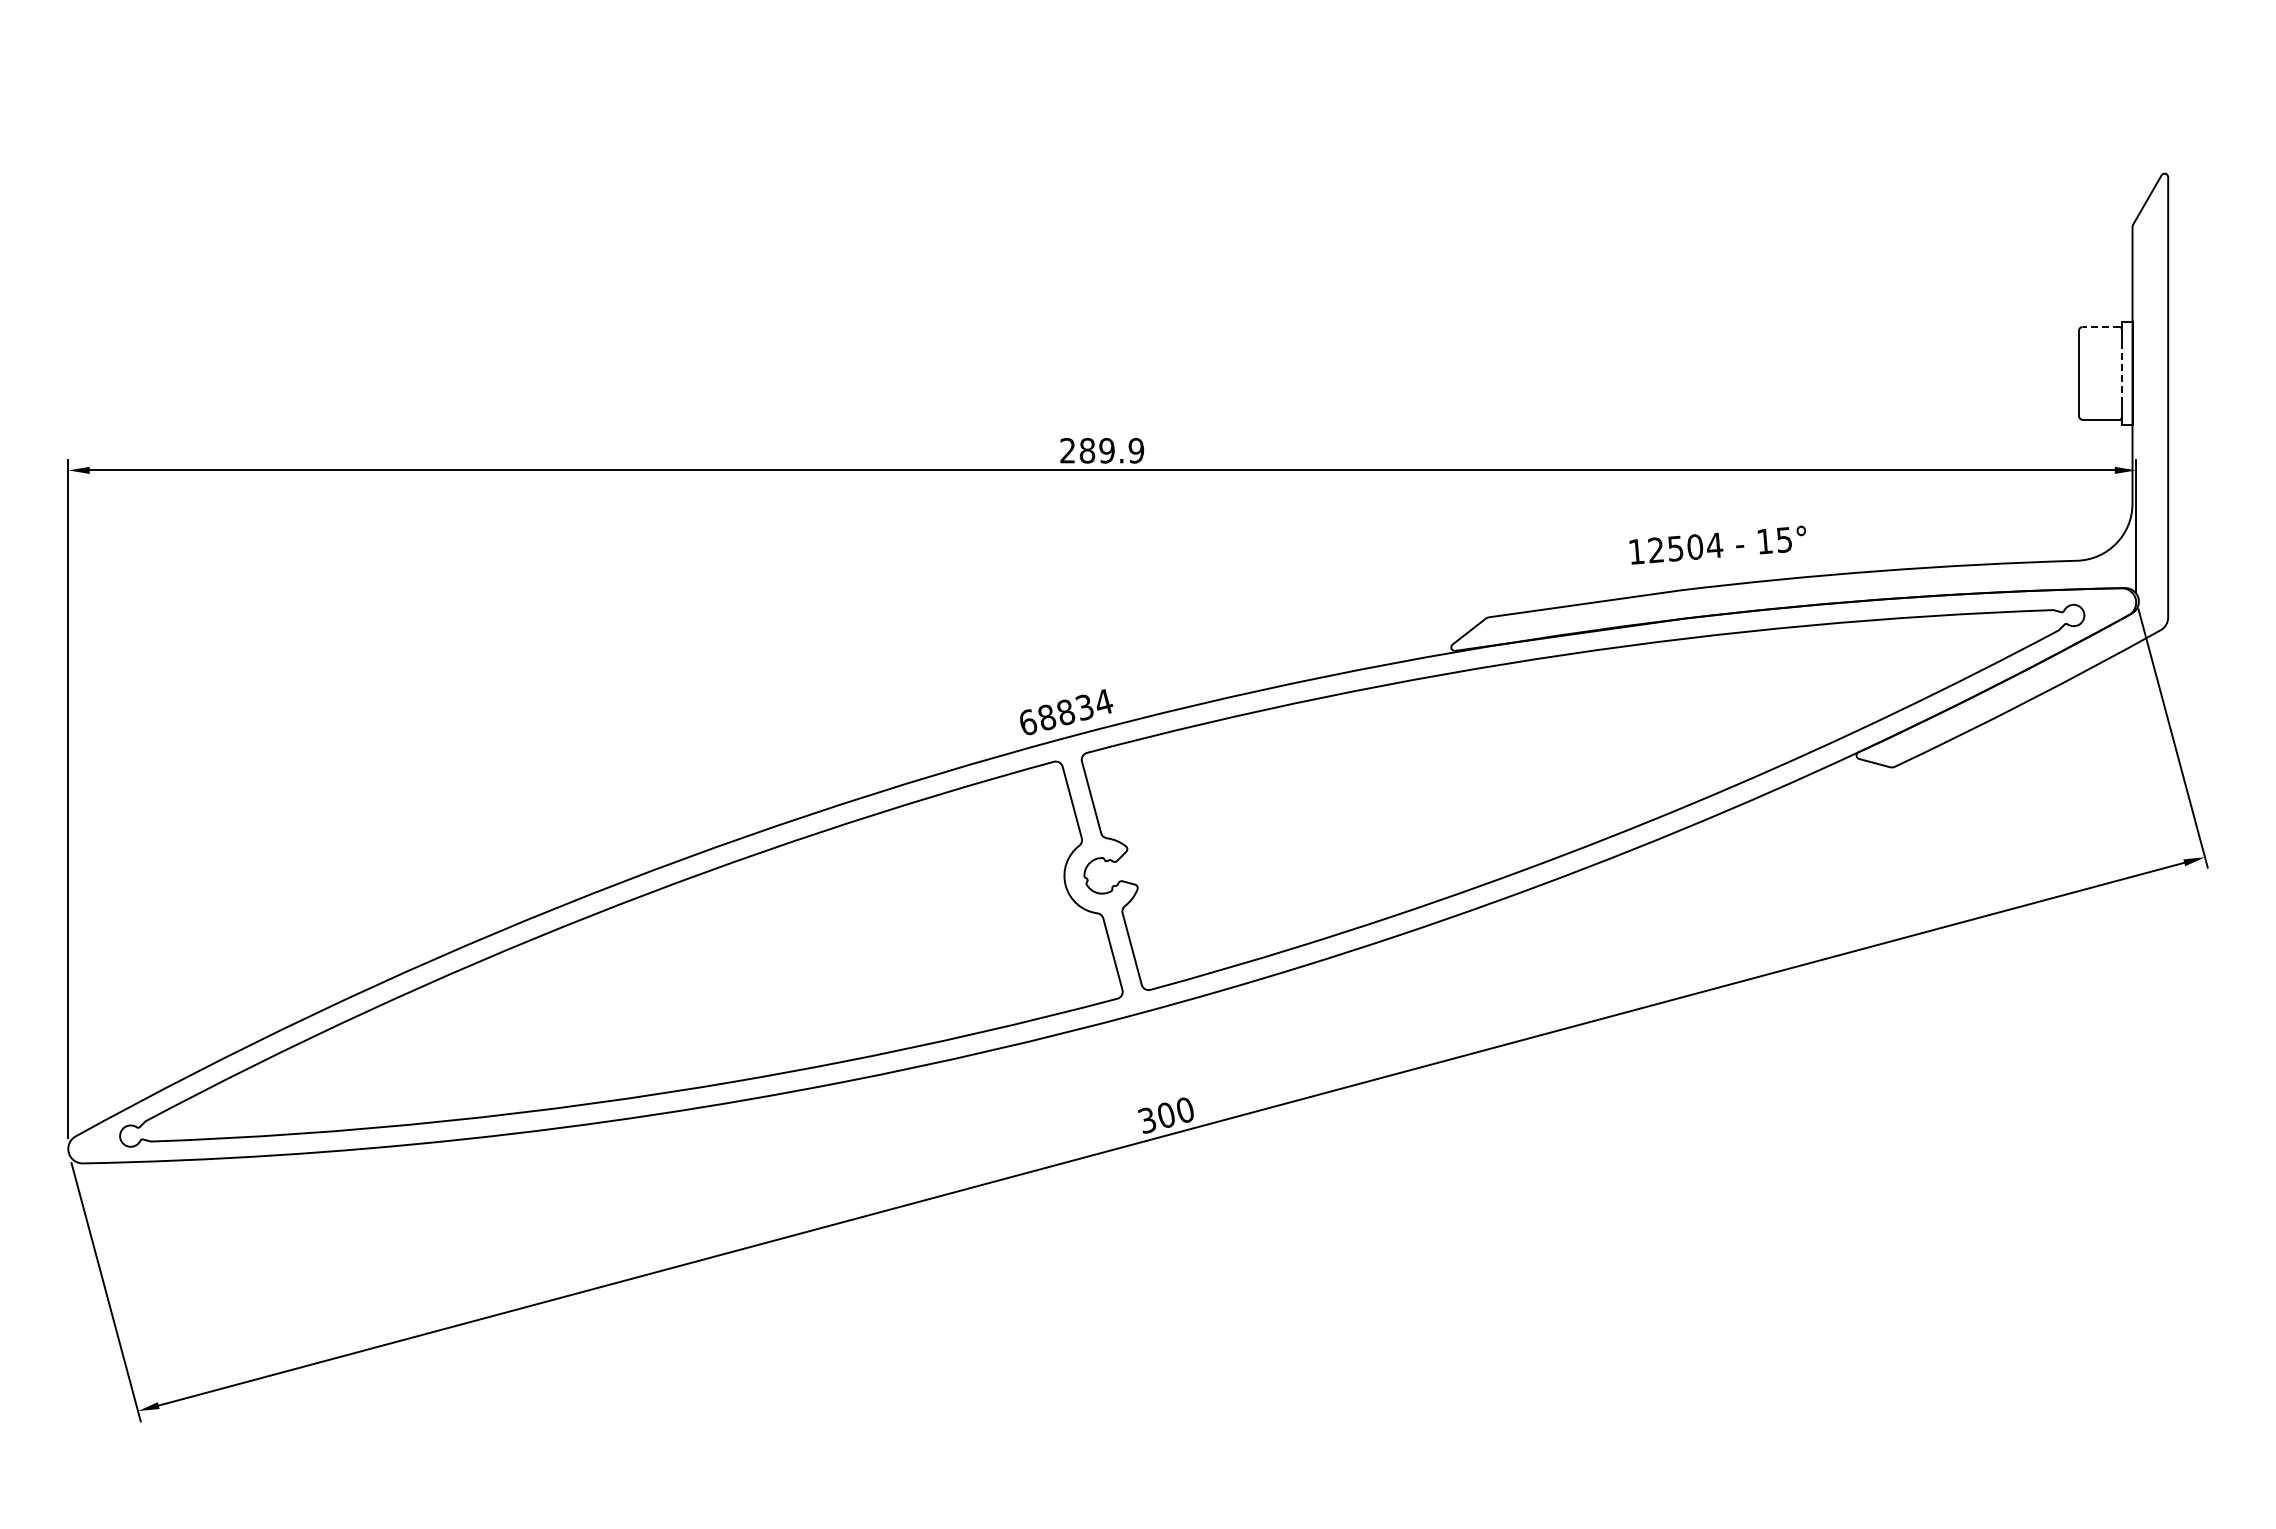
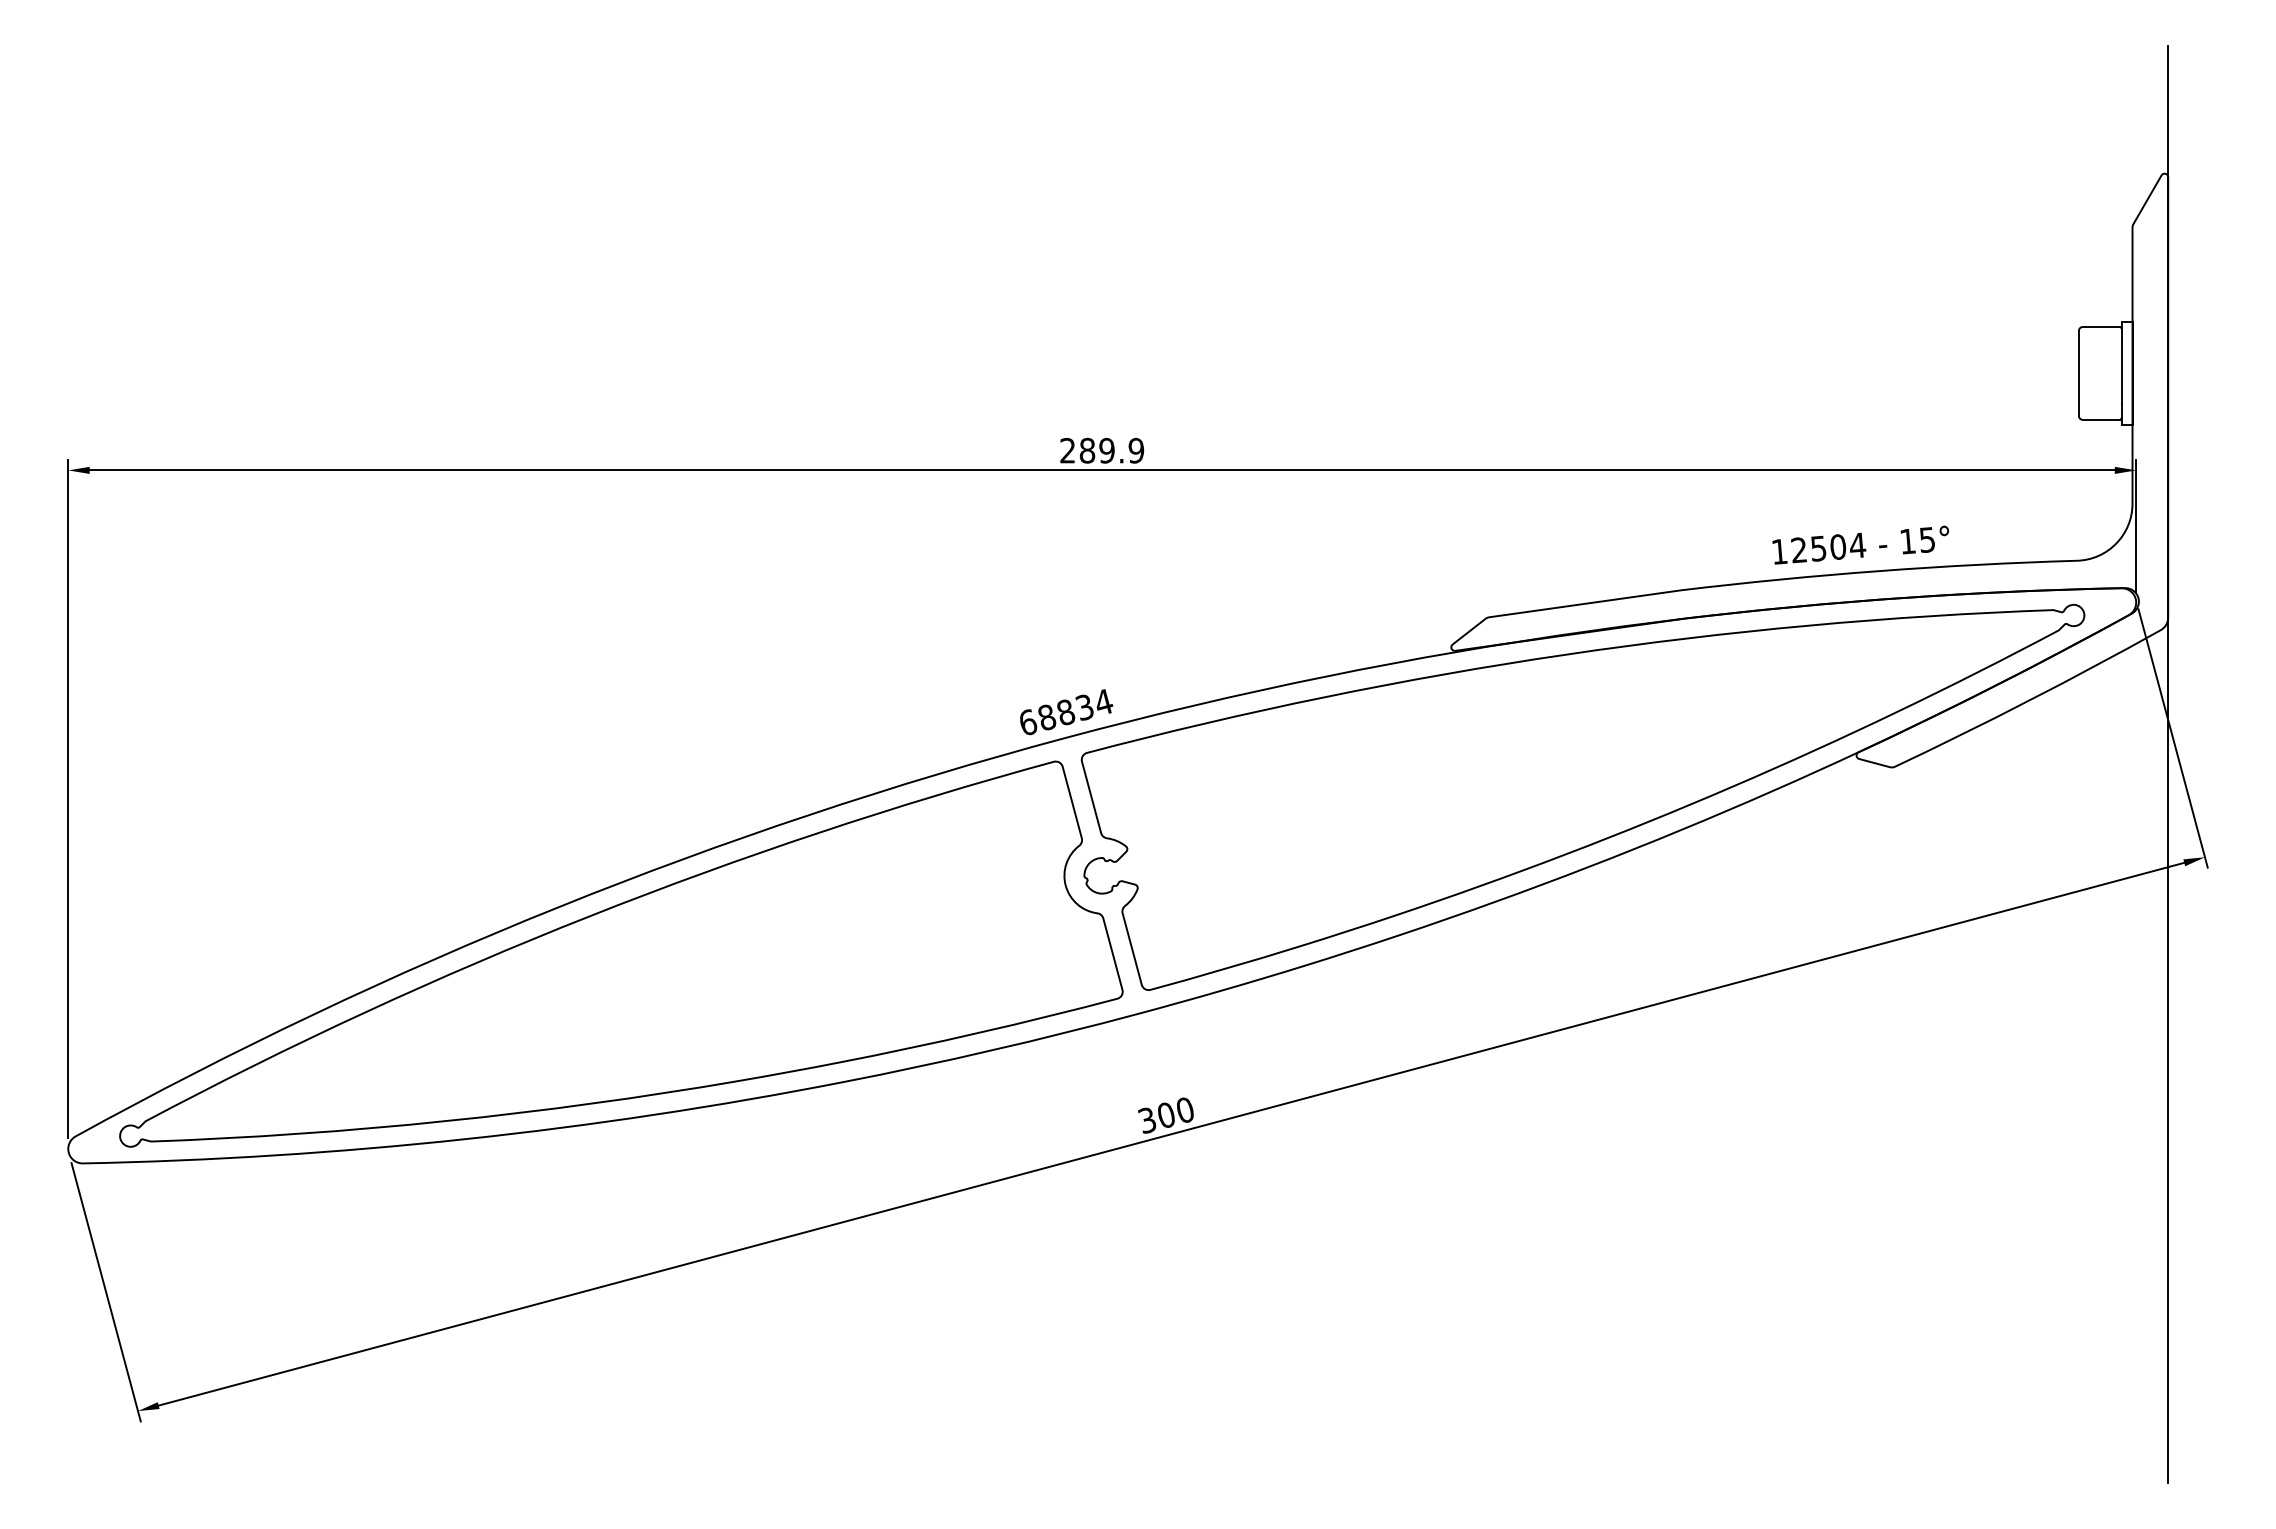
line at (2101, 327): dashed -> solid
line at (2121, 373): dashed -> solid
text at (1717, 544) position: (1717, 544) -> (1860, 544)
line at (2168, 764): none -> present
